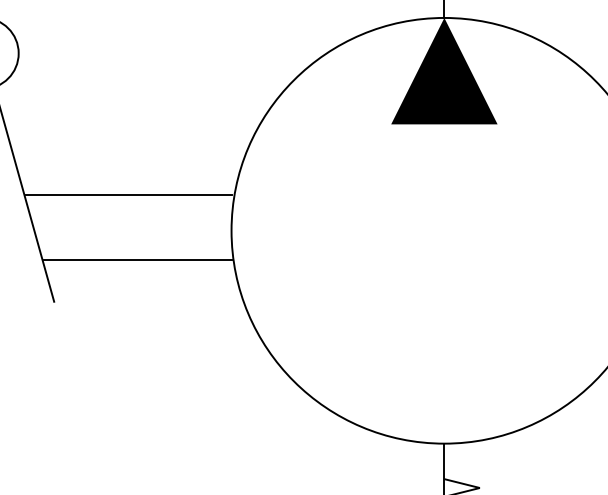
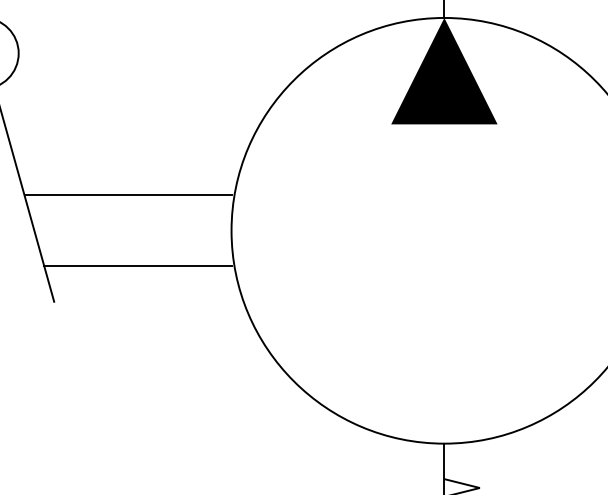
line at (137, 260) position: (137, 260) -> (137, 266)
